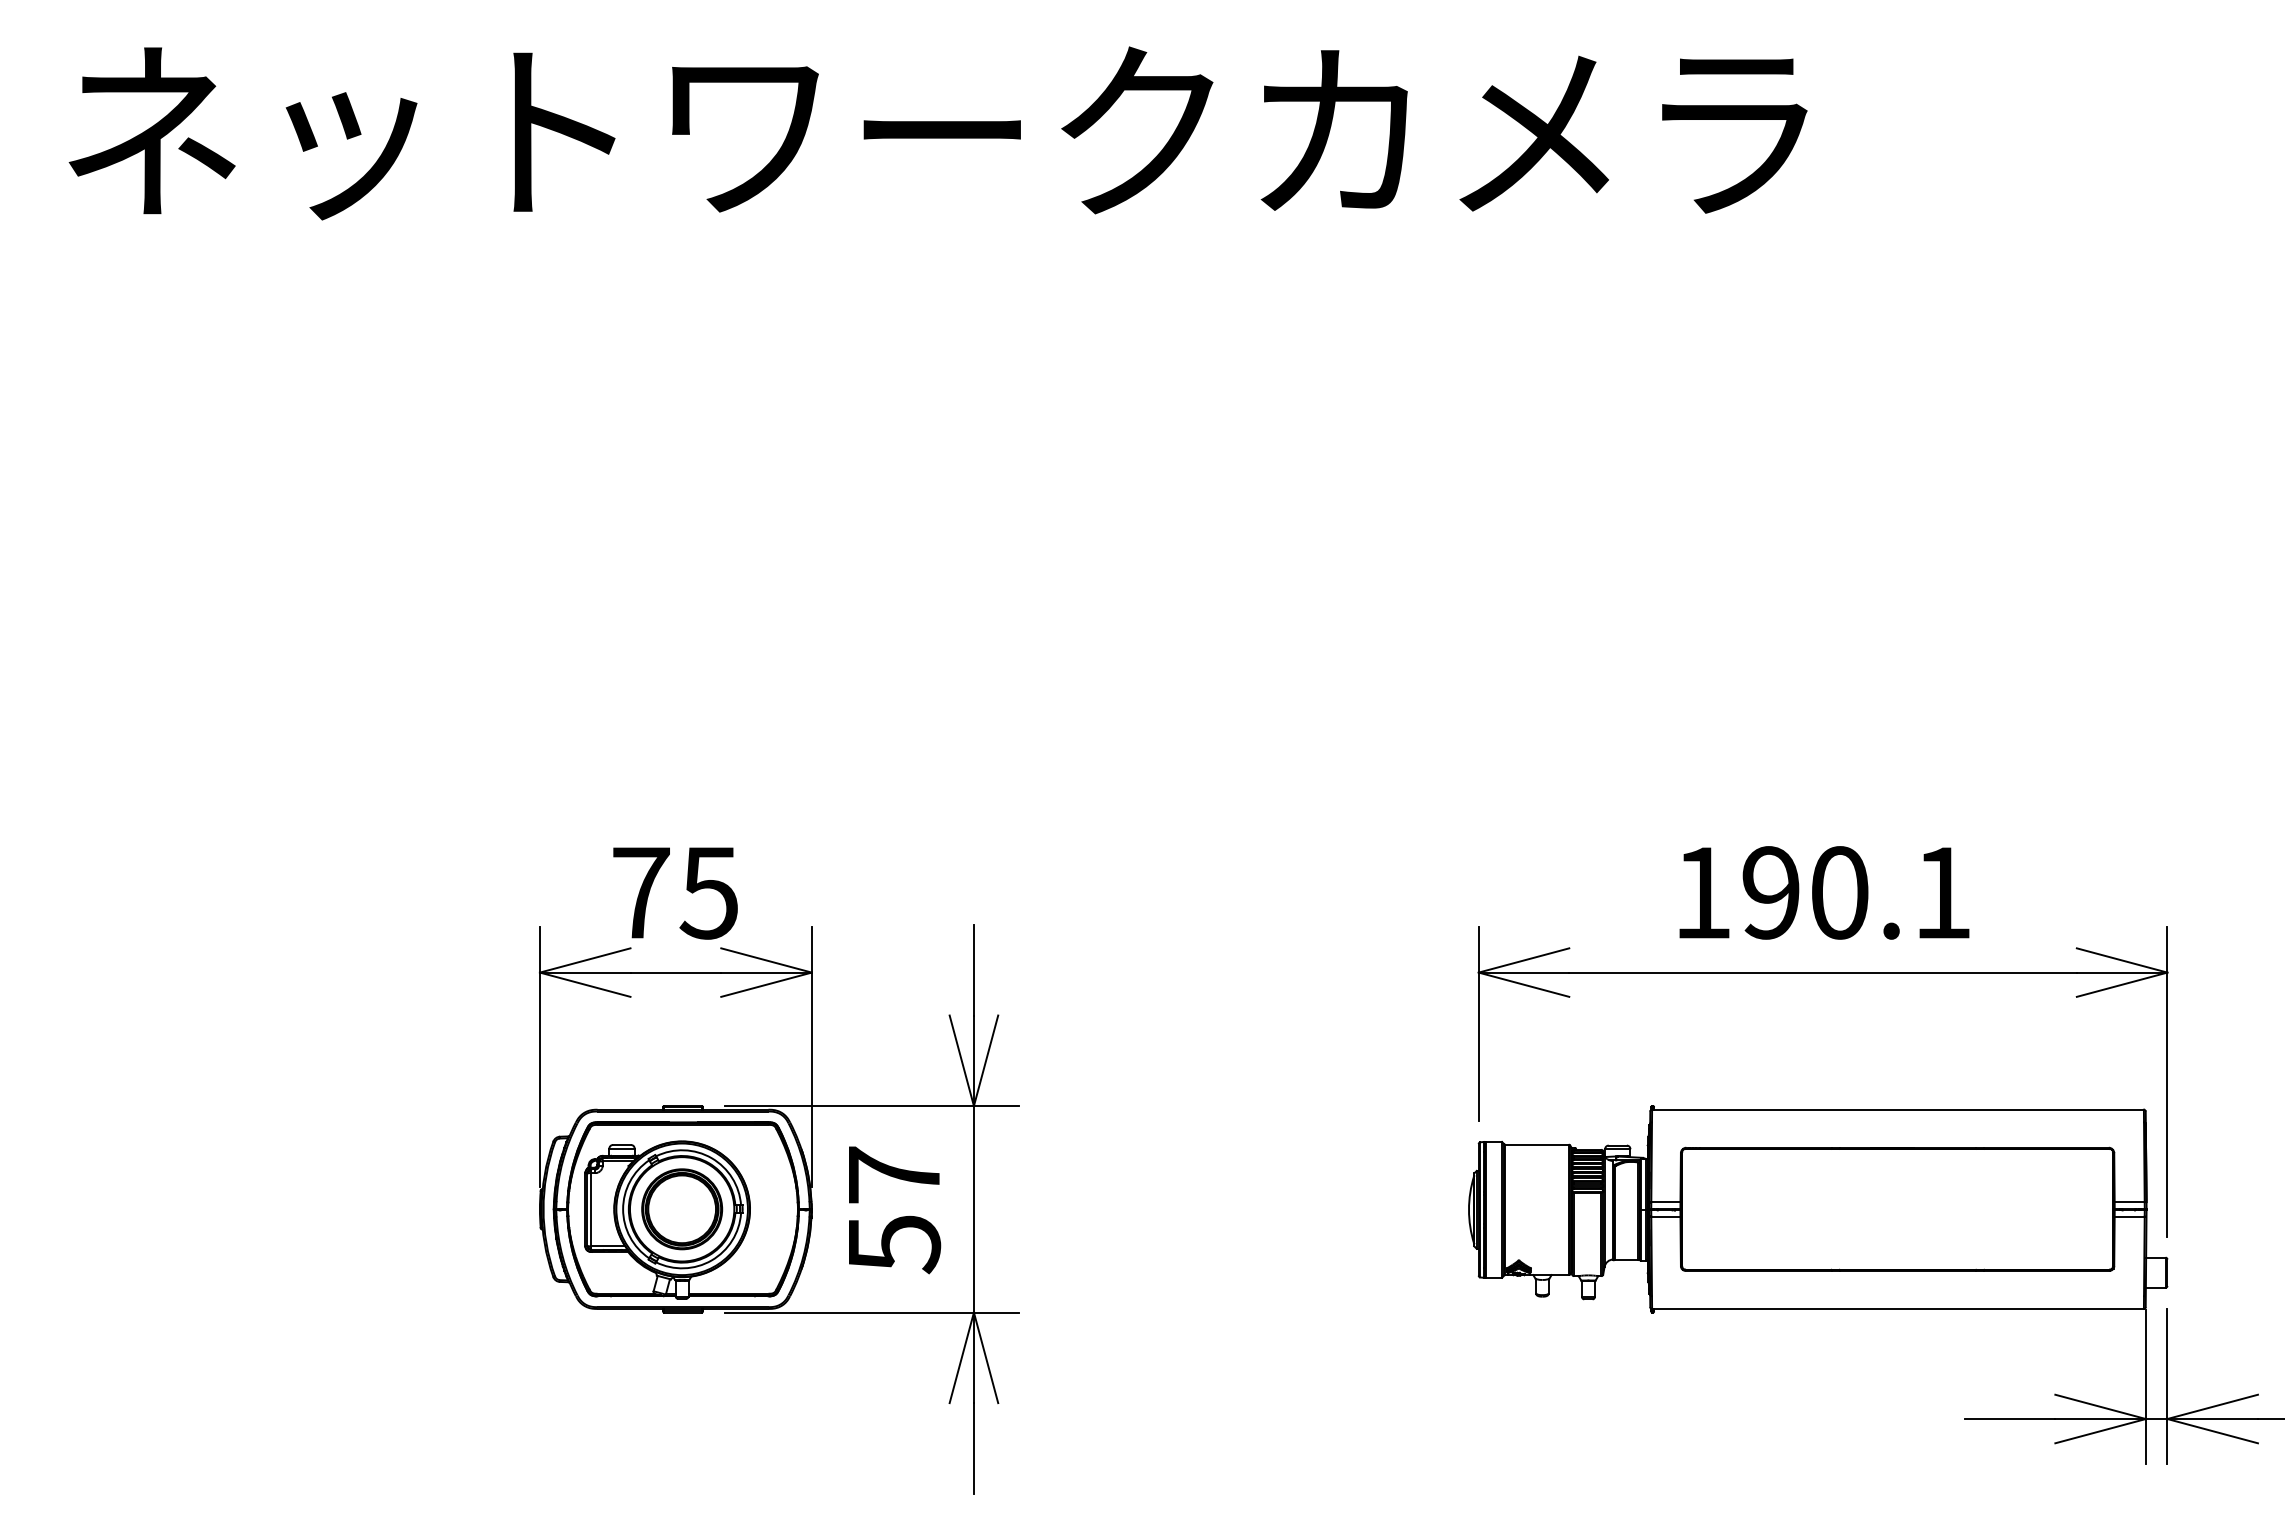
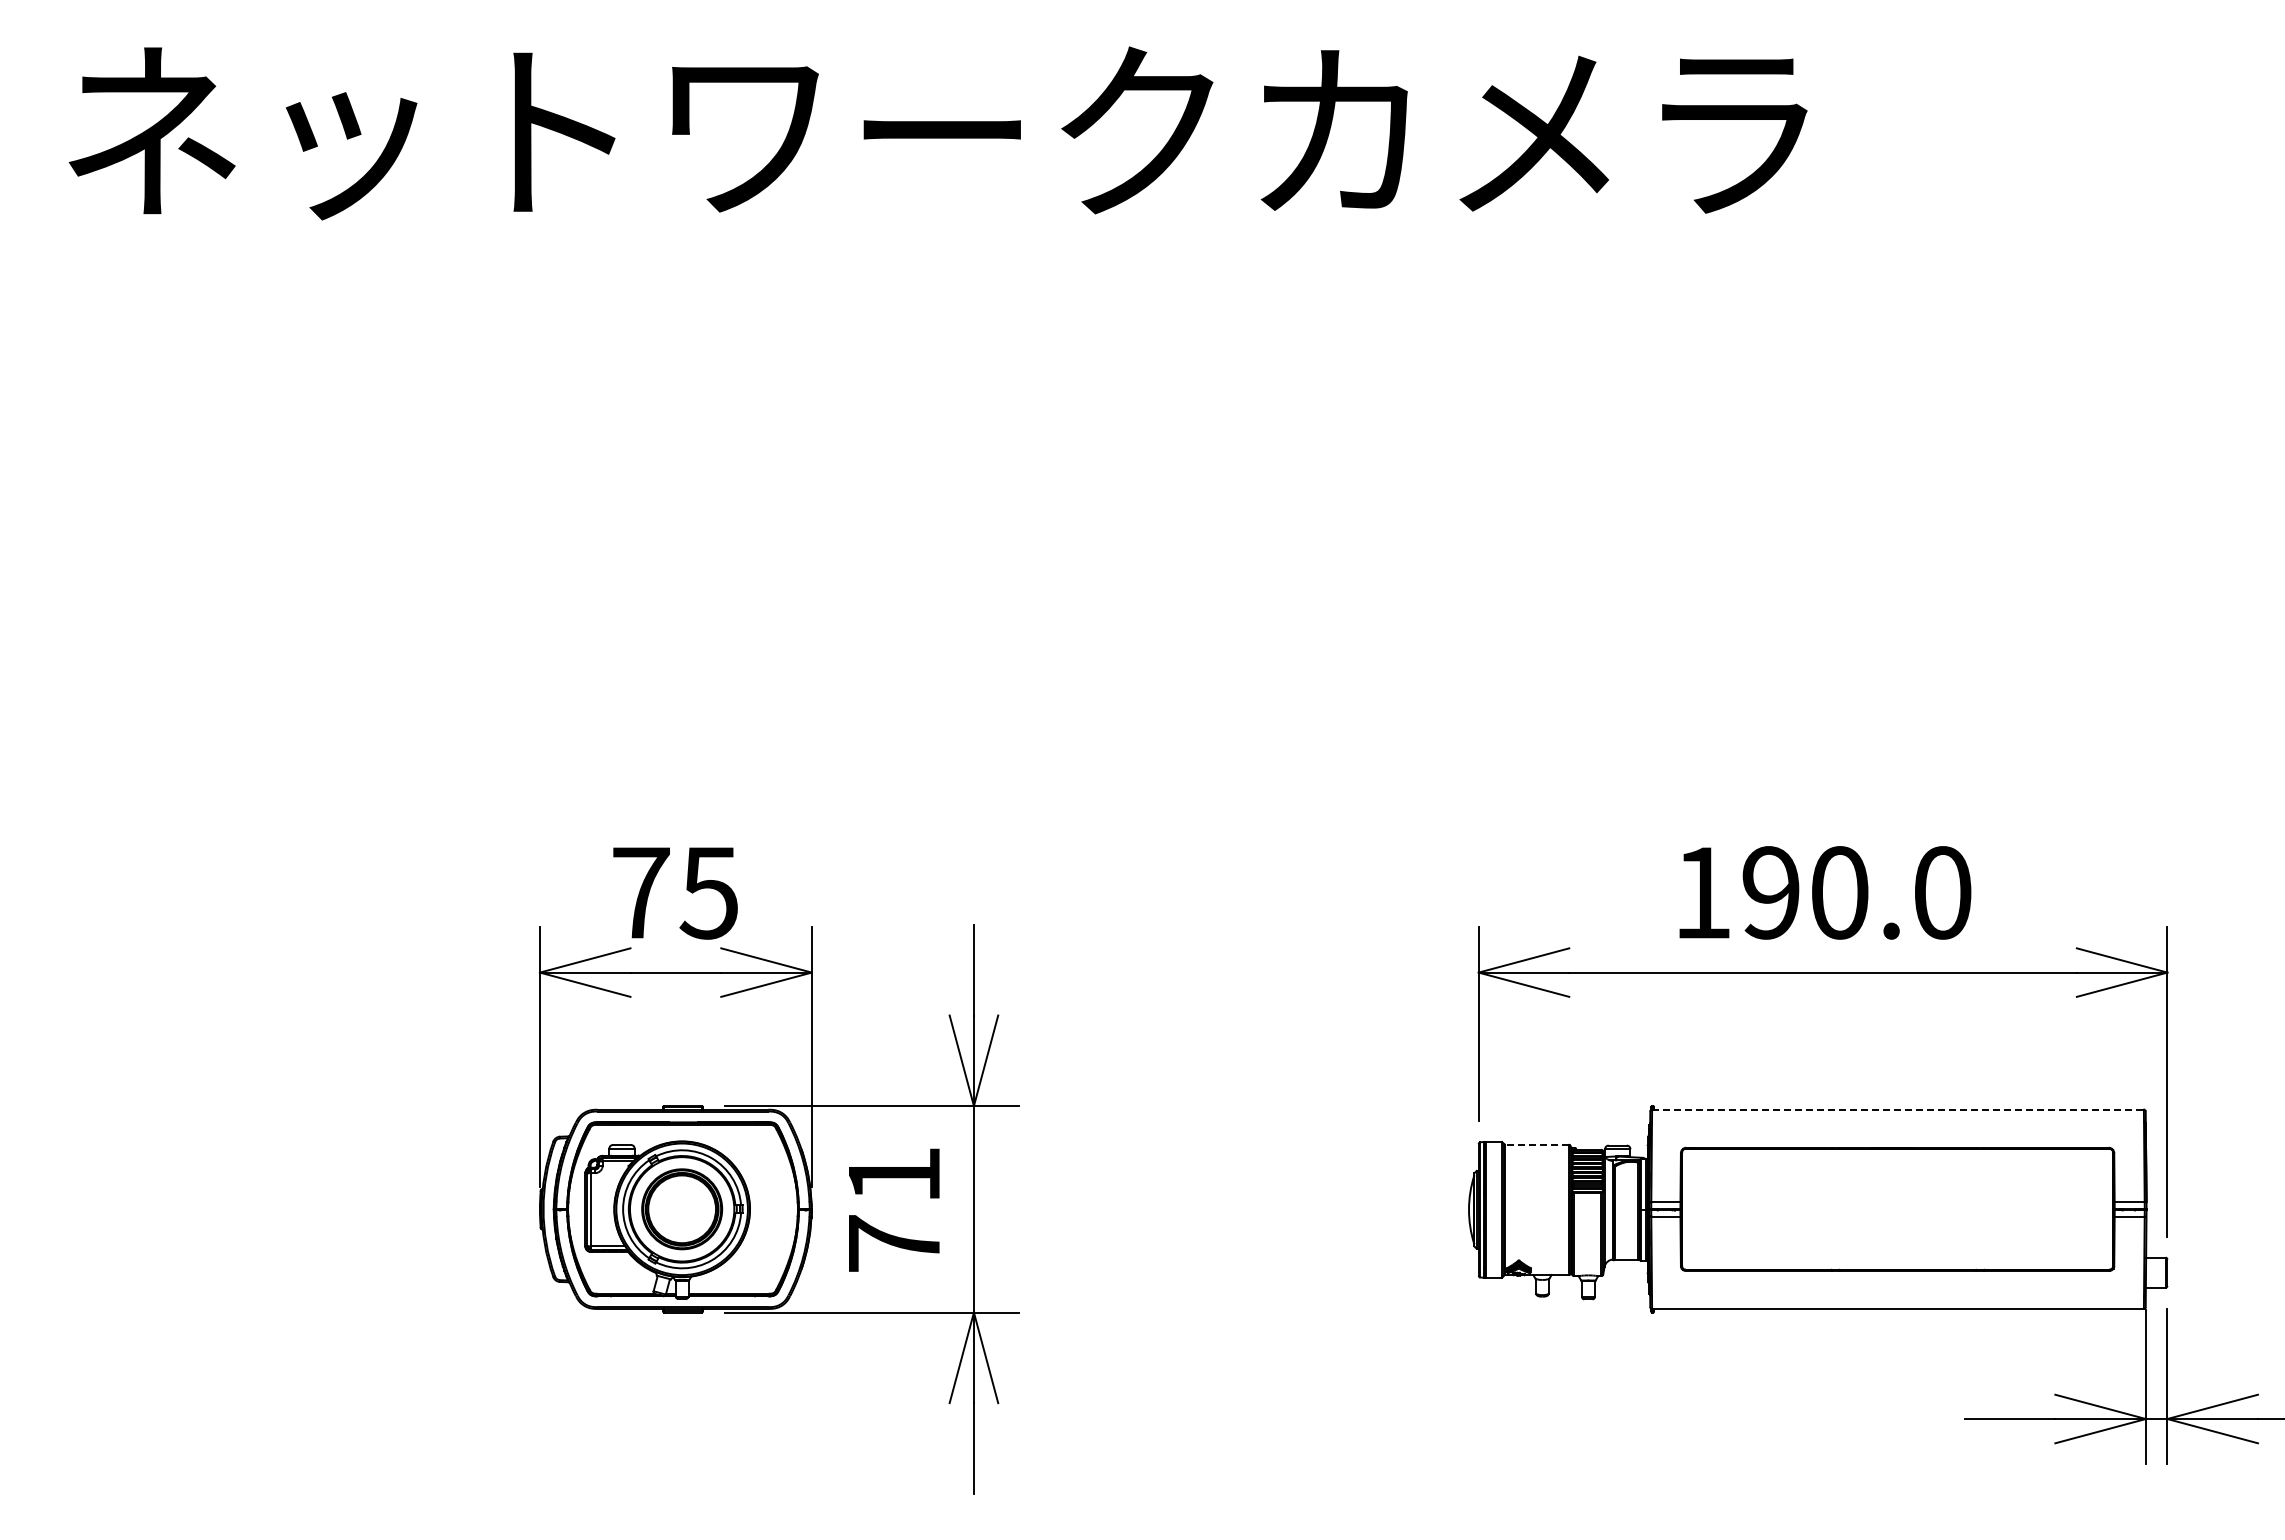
text at (1943, 892): 190.1 -> 190.0
line at (1898, 1109): solid -> dashed
line at (1537, 1144): solid -> dashed
text at (895, 1210): 57 -> 71
